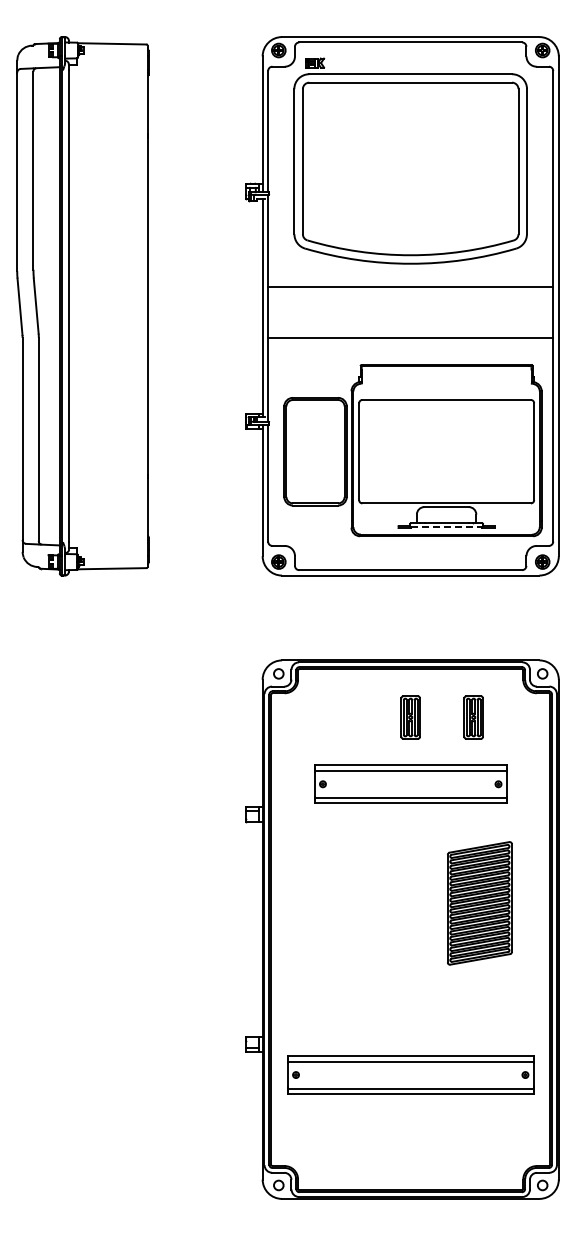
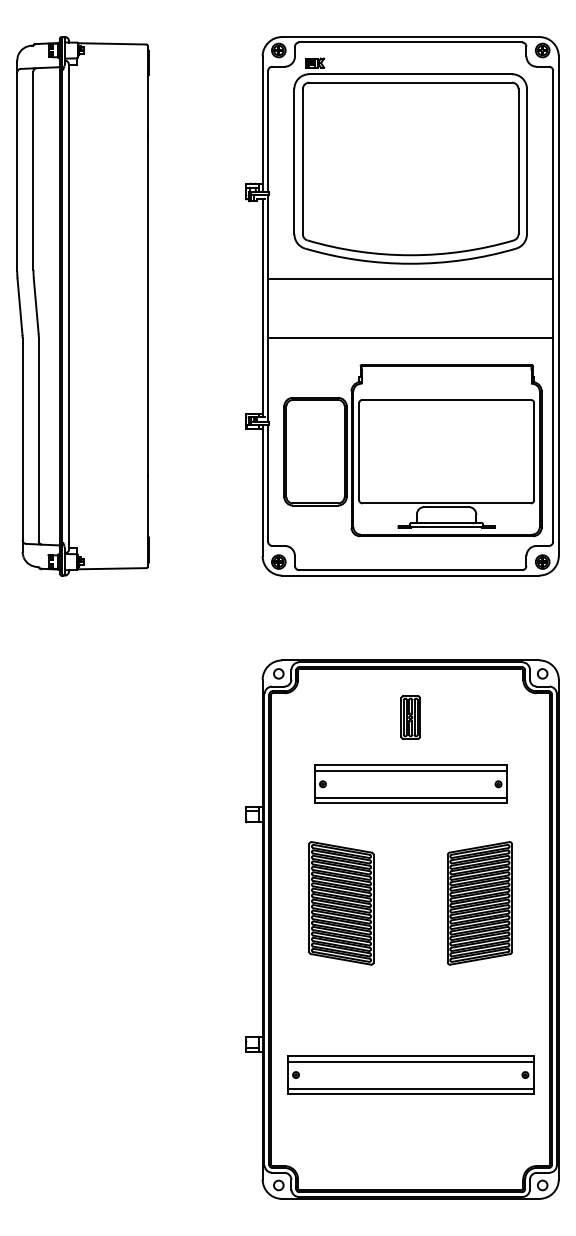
line at (410, 286) position: (410, 286) -> (410, 278)
line at (446, 527): dashed -> solid
part at (473, 717): present -> none
part at (341, 903): none -> present
